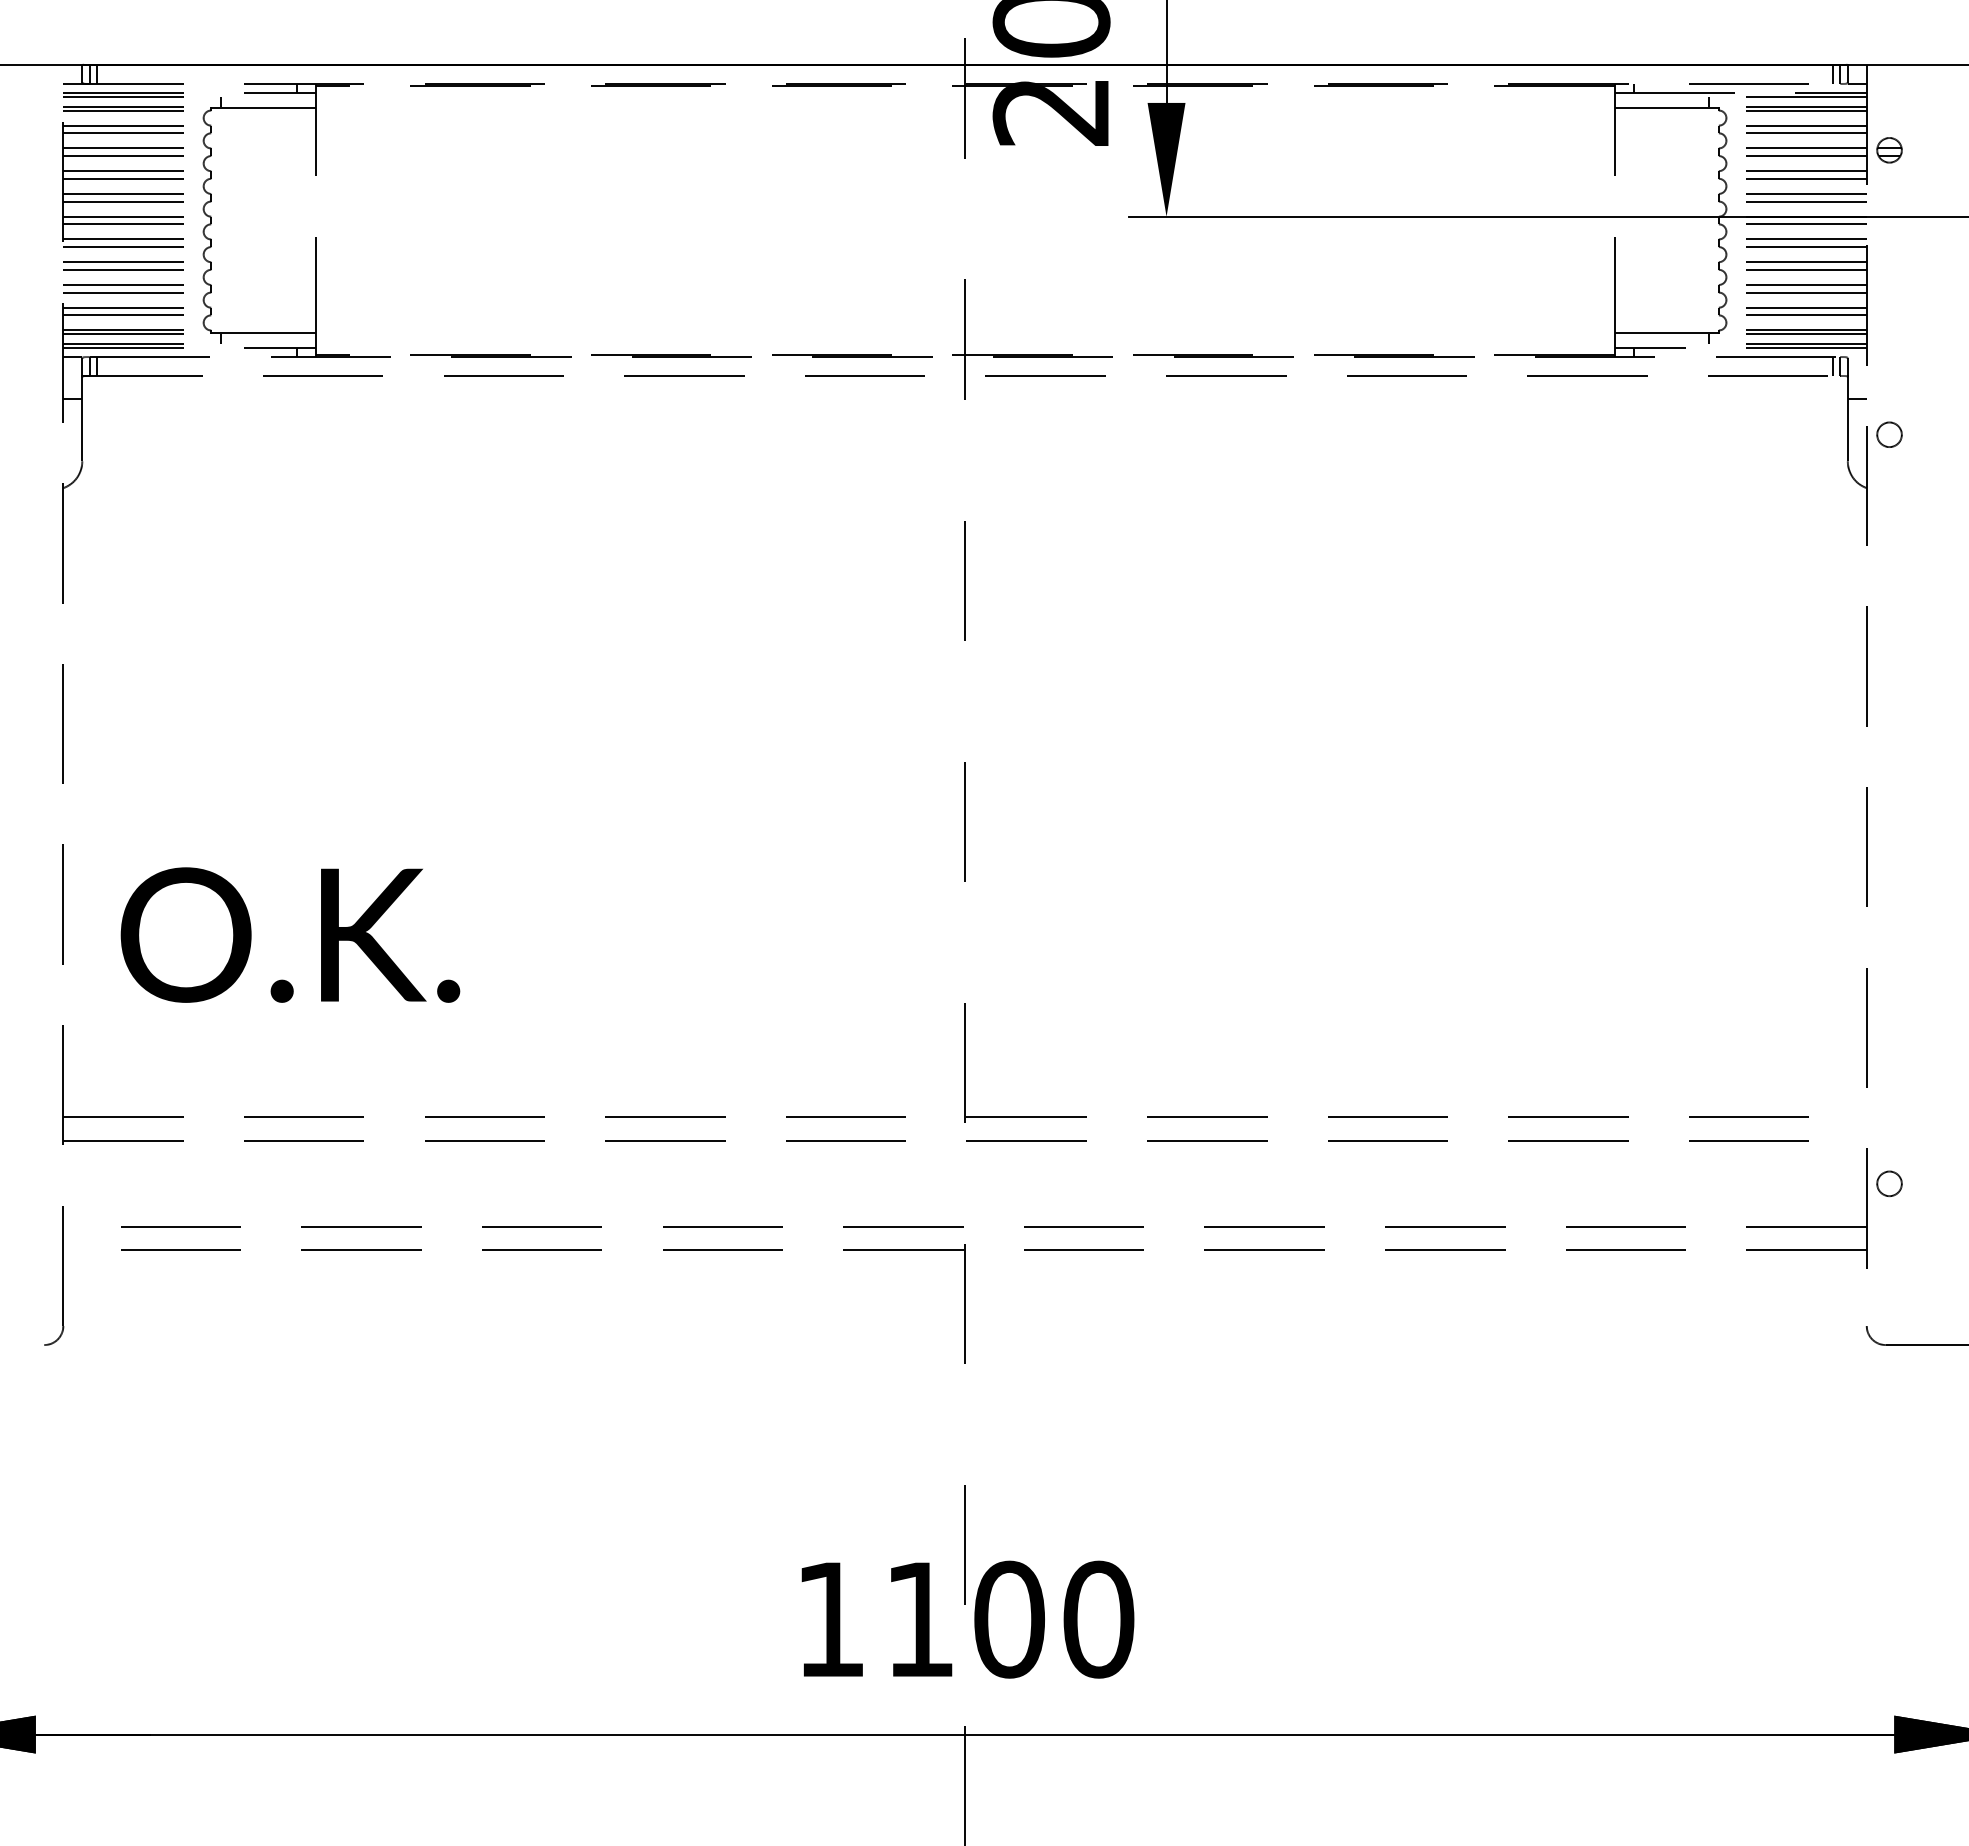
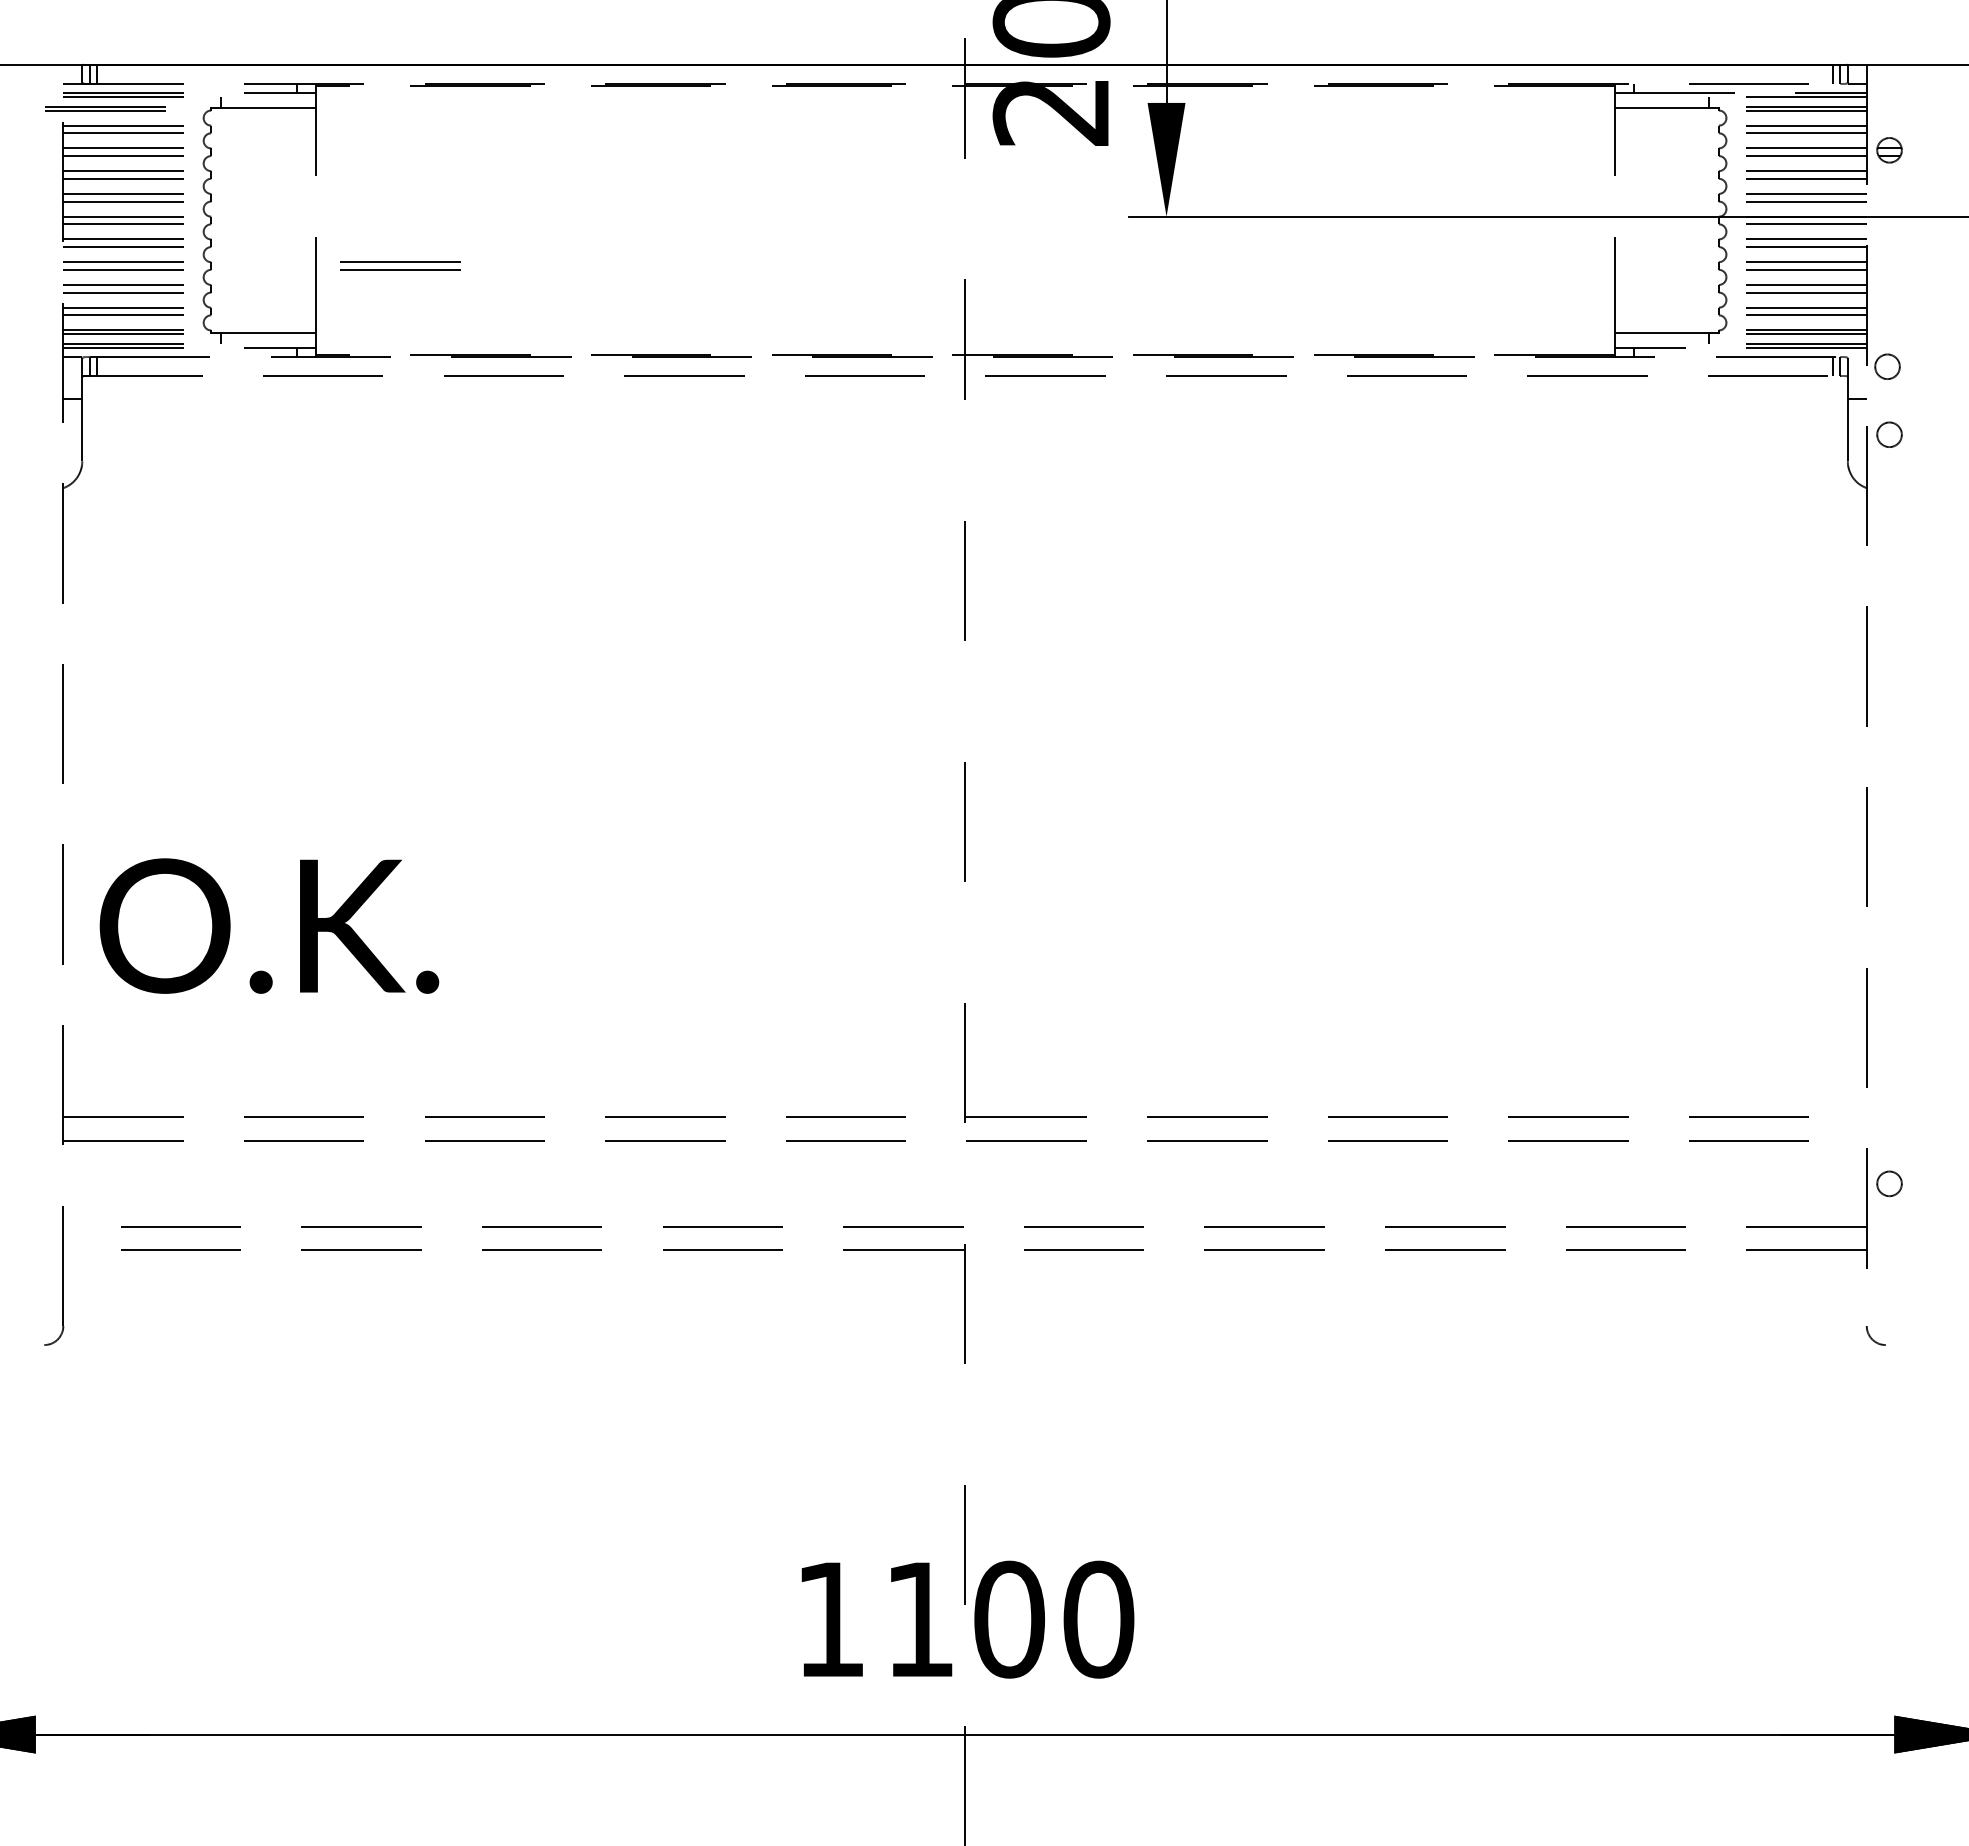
part at (123, 108) position: (123, 108) -> (105, 108)
part at (400, 265): none -> present
circle at (1887, 366): none -> present
text at (290, 934) position: (290, 934) -> (269, 925)
line at (1925, 1345): present -> none
